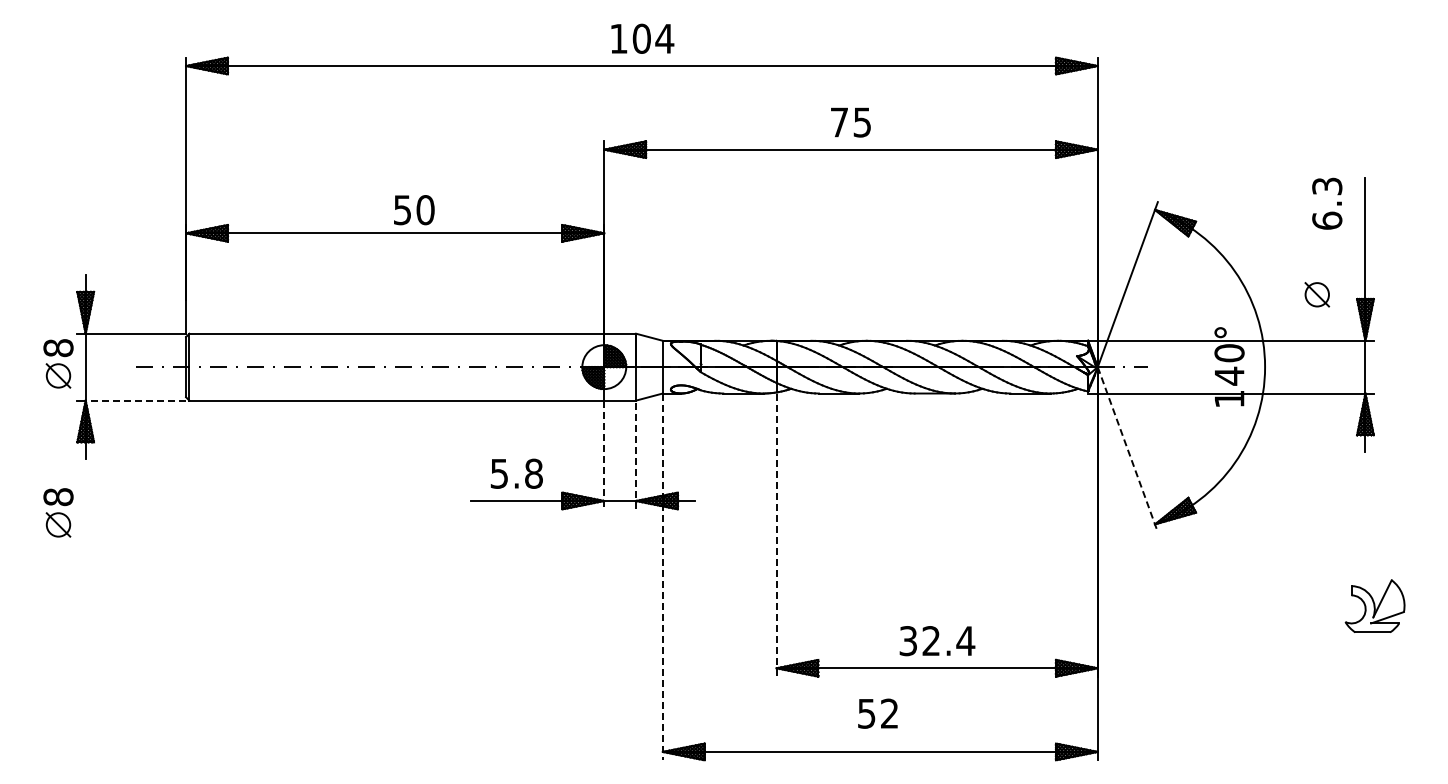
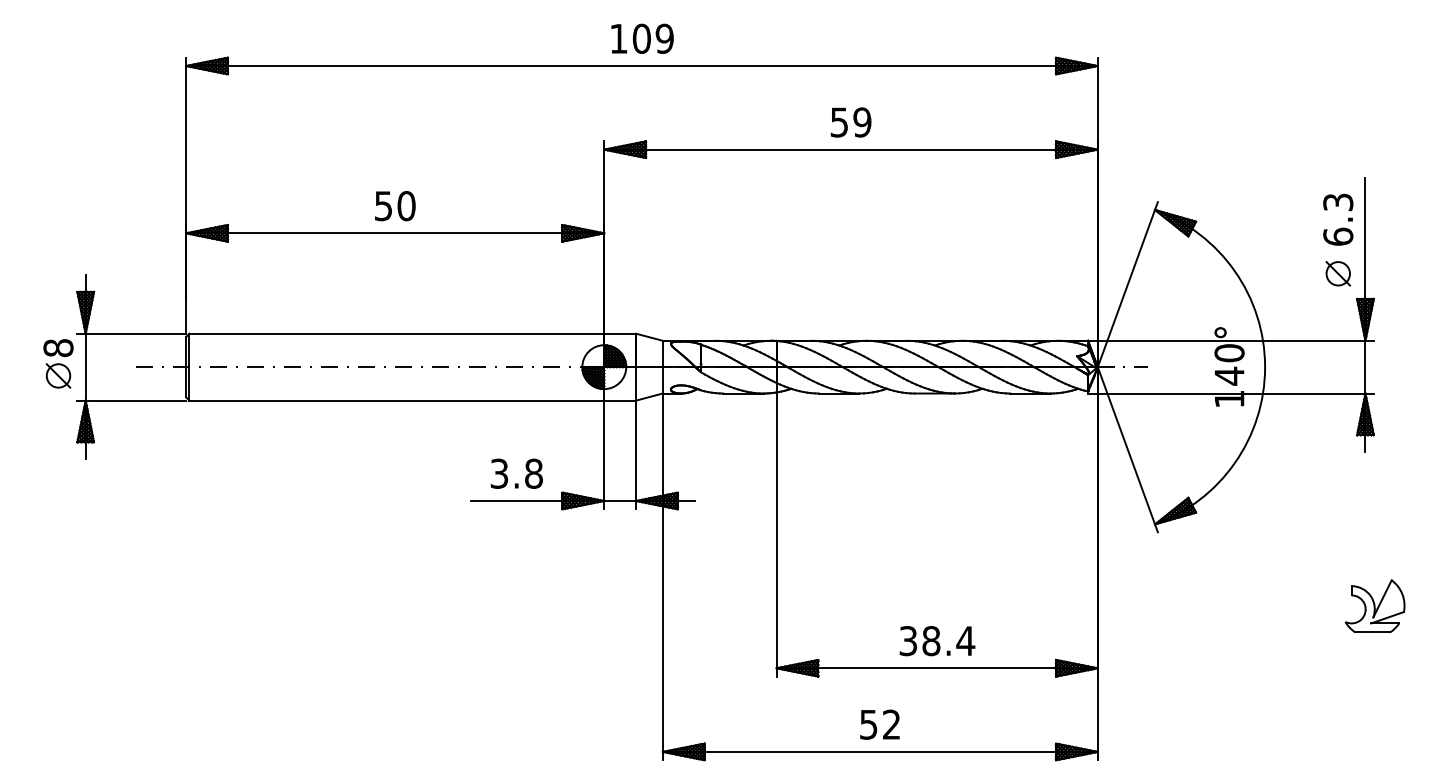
text at (664, 38): 104 -> 109
text at (850, 122): 75 -> 59
text at (1327, 203) position: (1327, 203) -> (1338, 219)
text at (414, 210) position: (414, 210) -> (395, 206)
part at (1317, 294) position: (1317, 294) -> (1338, 273)
line at (135, 400): dashed -> solid
line at (1127, 449): dashed -> solid
line at (636, 454): dashed -> solid
line at (604, 455): dashed -> solid
text at (499, 473): 5.8 -> 3.8
part at (58, 512): present -> none
line at (776, 535): dashed -> solid
line at (662, 577): dashed -> solid
text at (931, 641): 32.4 -> 38.4
text at (877, 713) position: (877, 713) -> (879, 724)
